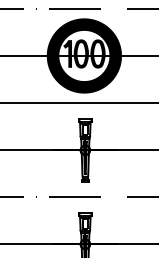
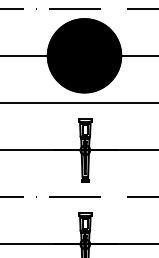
fill at (84, 55): none -> present
